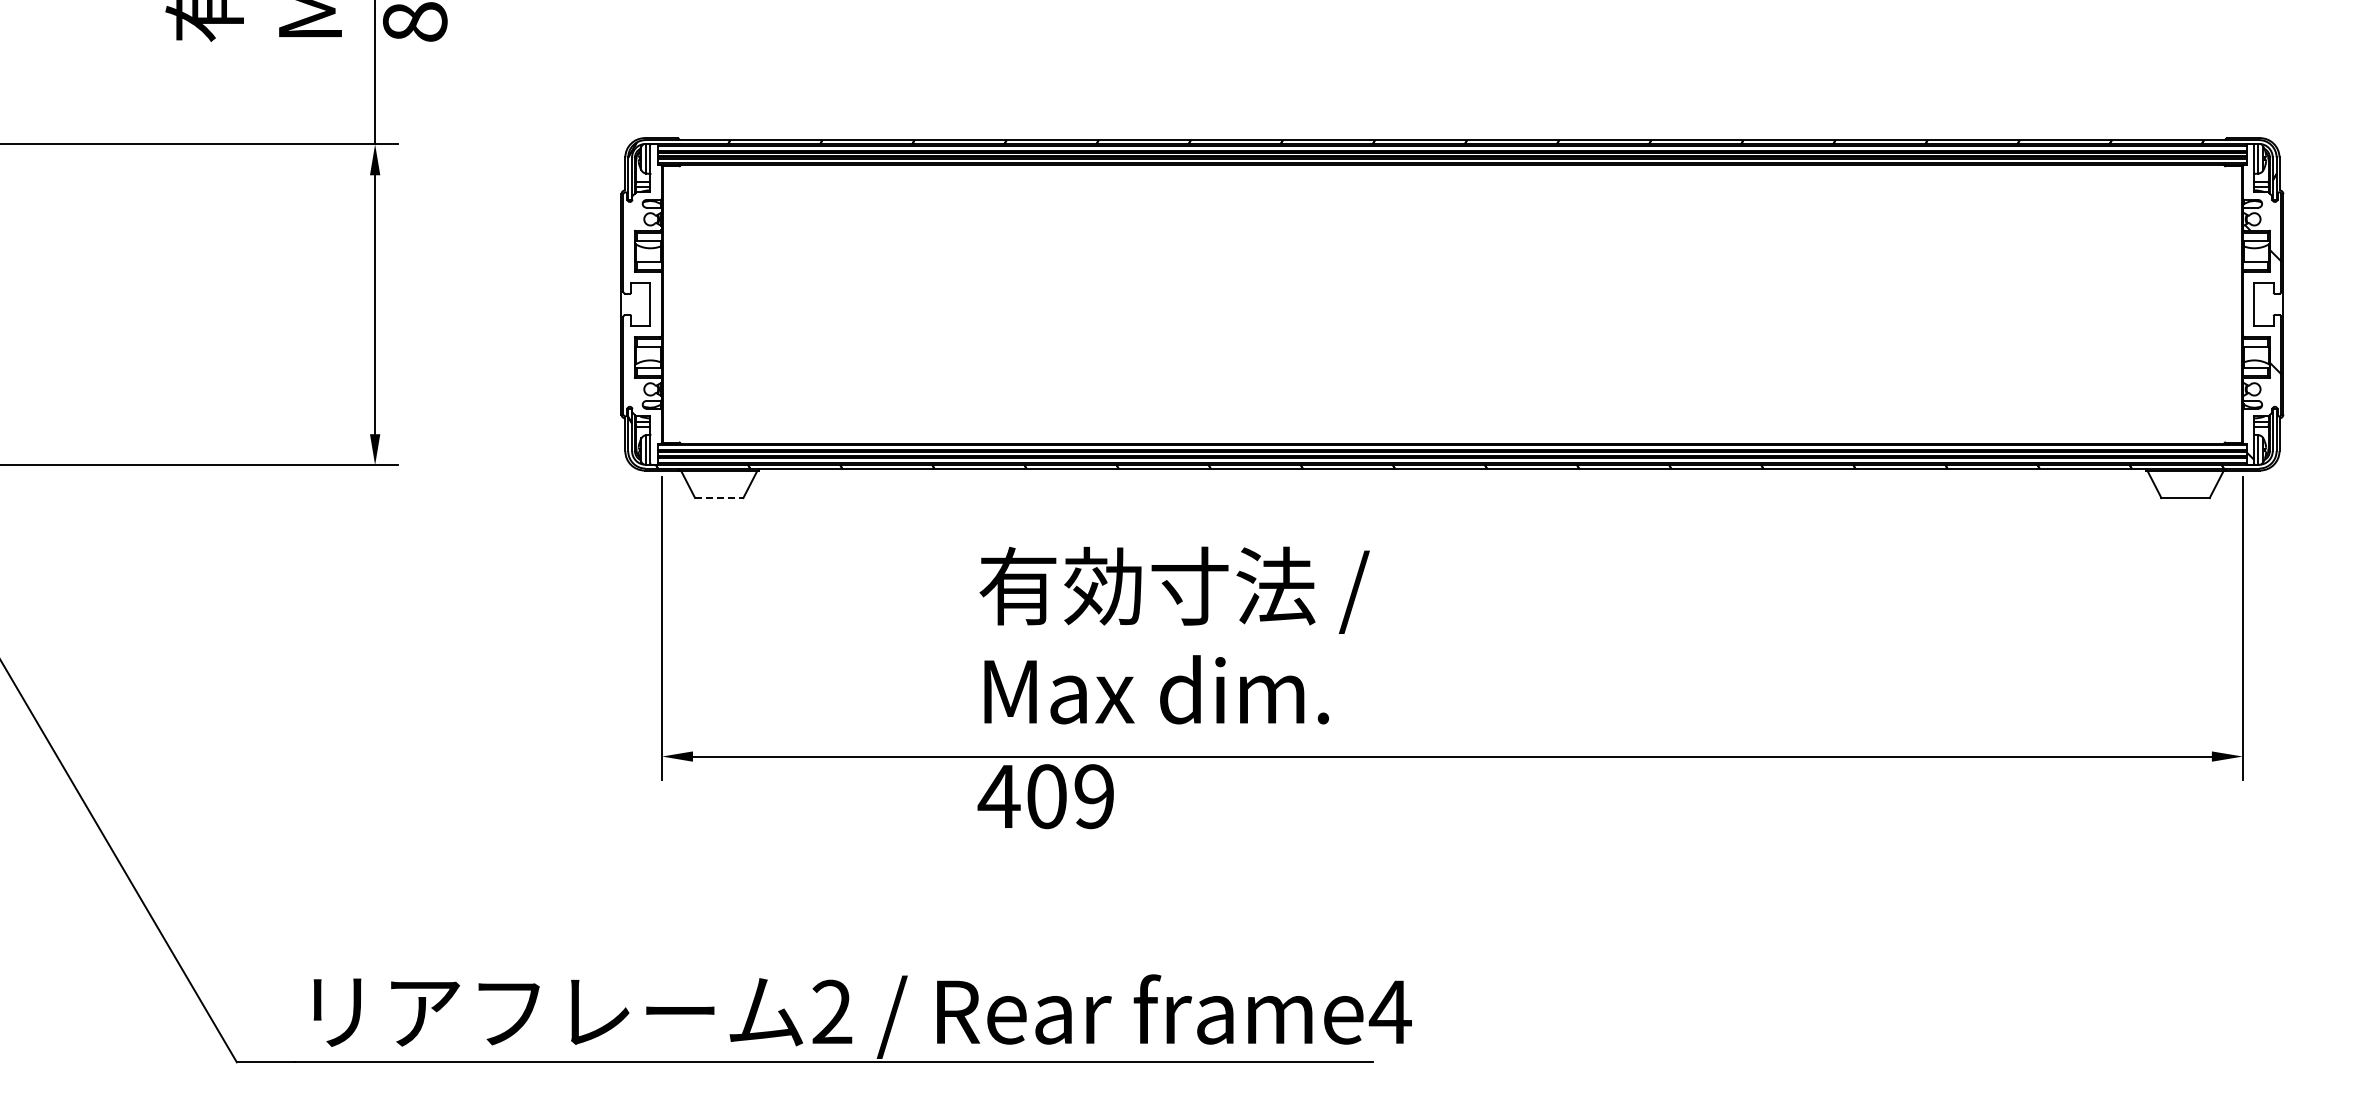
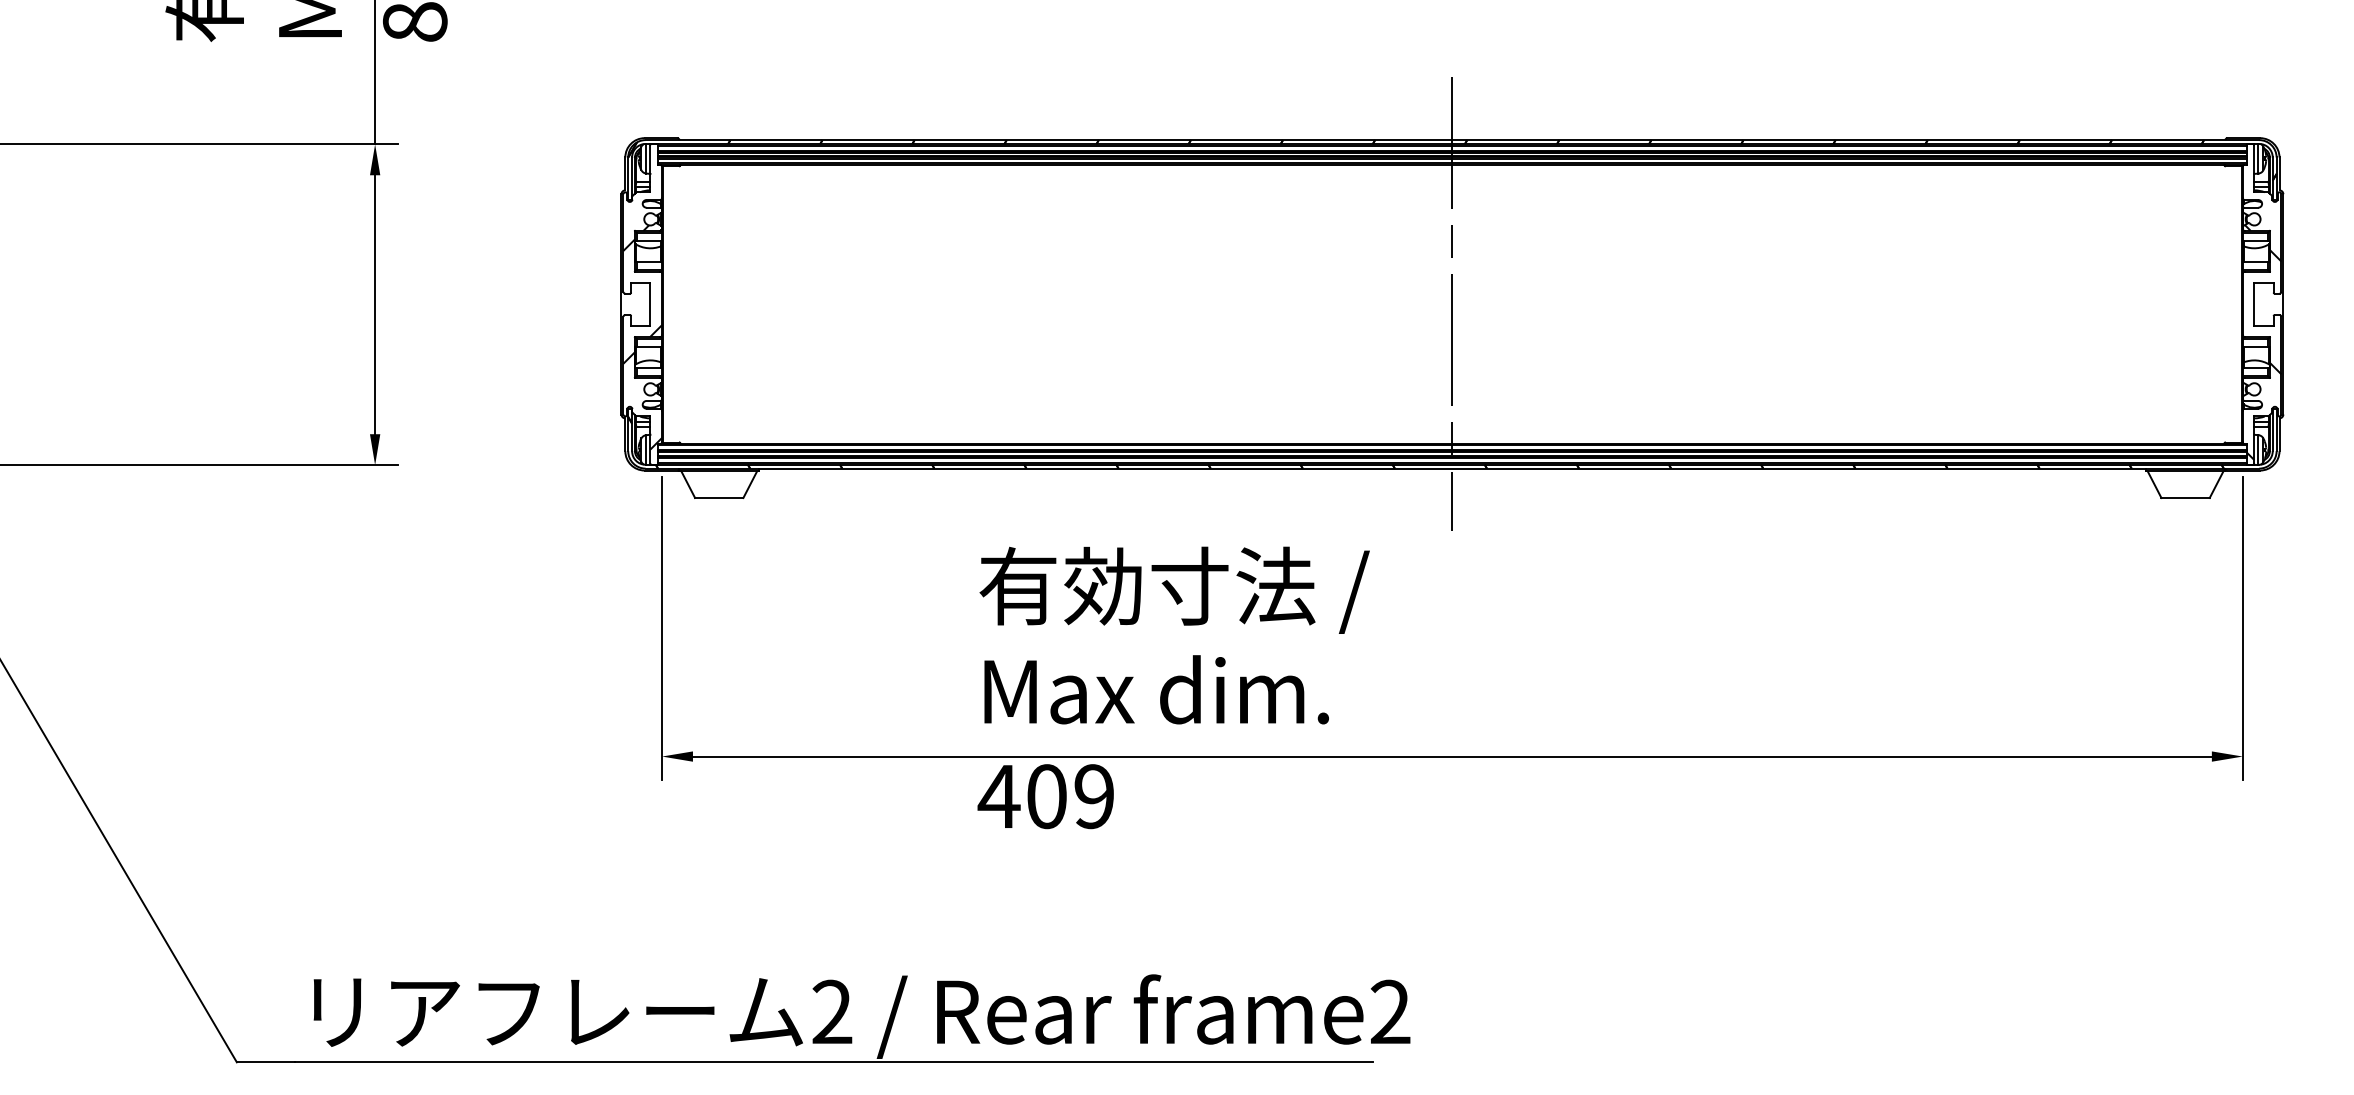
line at (1452, 304): none -> present
hatch at (642, 334): none -> present
line at (719, 498): dashed -> solid
text at (1389, 1011): frame4 -> frame2
